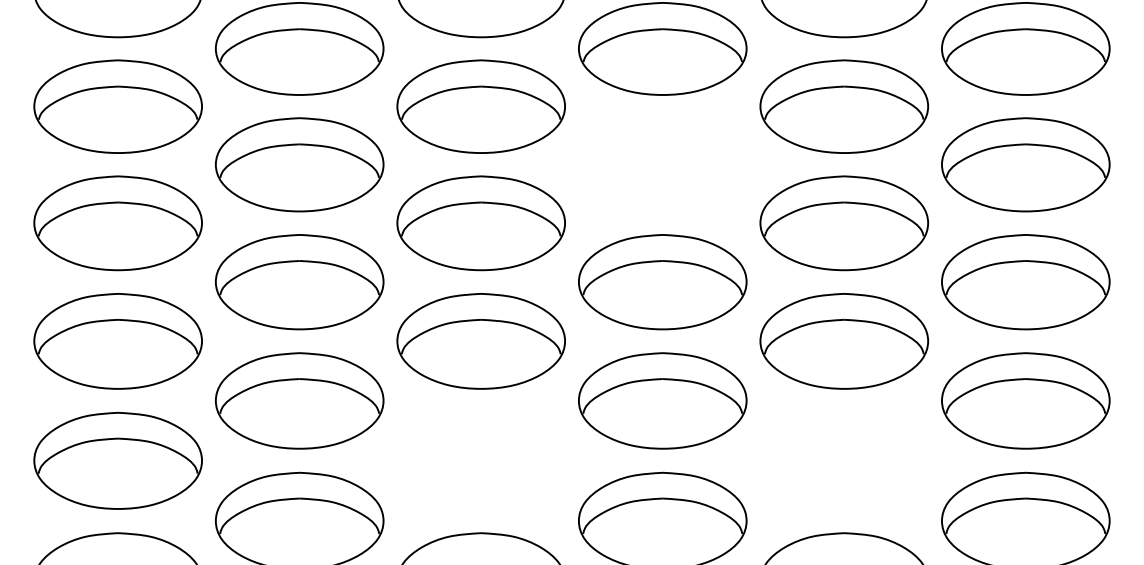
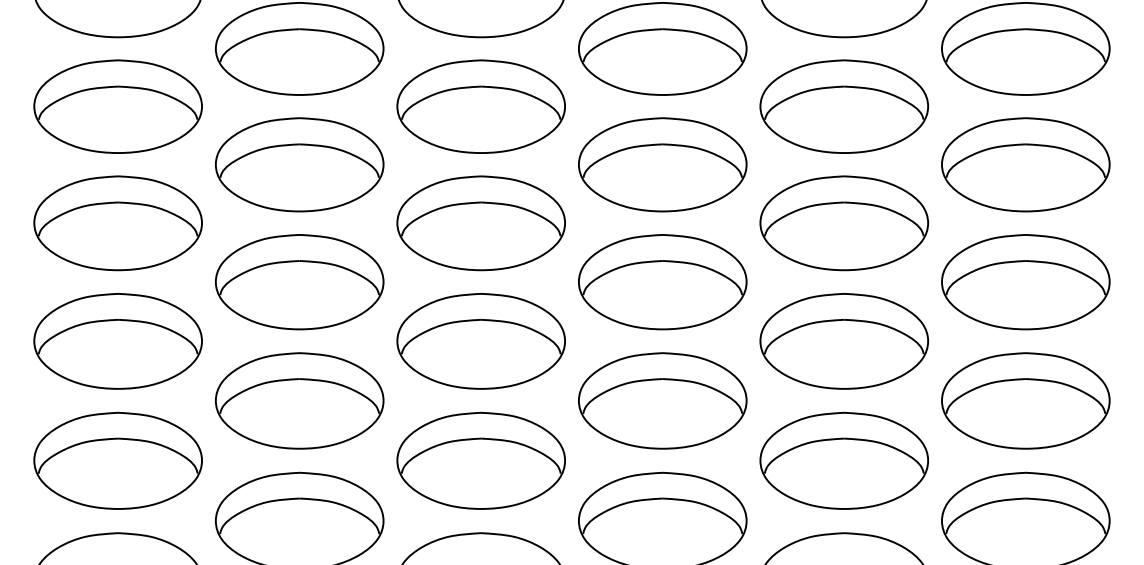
part at (662, 164): none -> present
part at (480, 460): none -> present
part at (843, 460): none -> present
